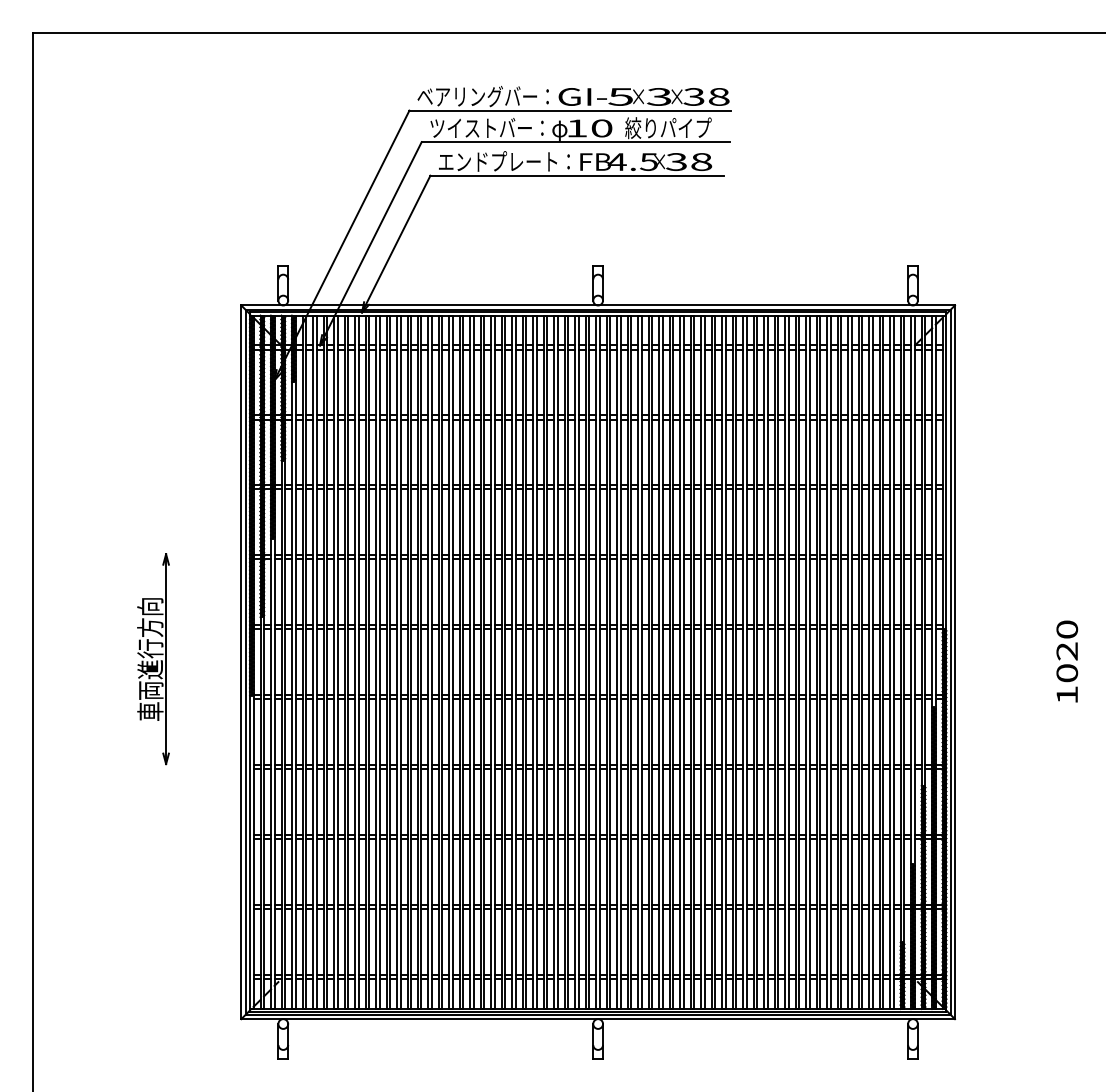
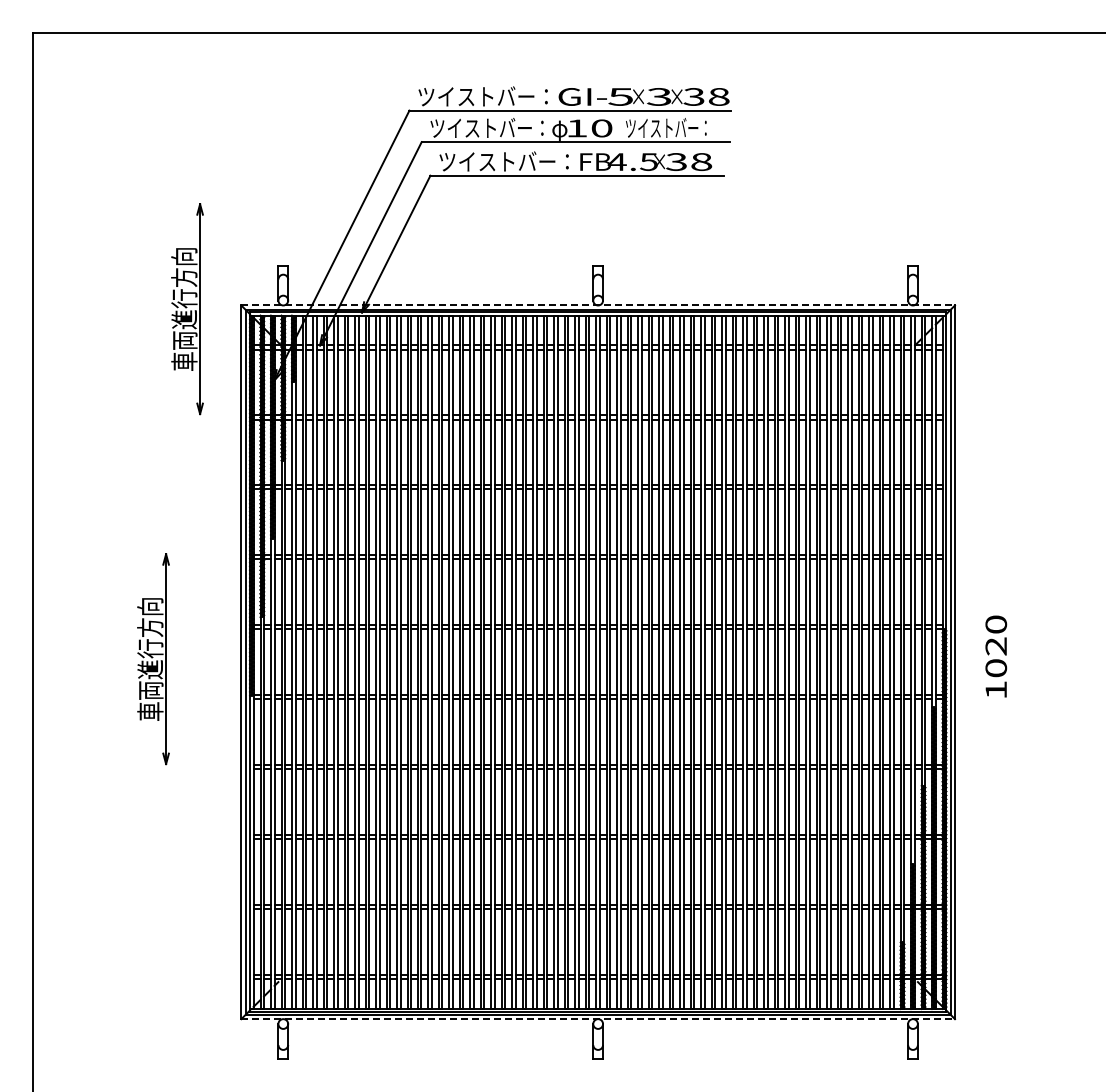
text at (482, 96): ベアリングバー： -> ツイストバー：
text at (668, 128): 絞りパイプ -> ツイストバー：
text at (504, 161): エンドプレート： -> ツイストバー：
line at (598, 305): solid -> dashed
part at (187, 309): none -> present
text at (1067, 661) position: (1067, 661) -> (996, 656)
line at (598, 1019): solid -> dashed
